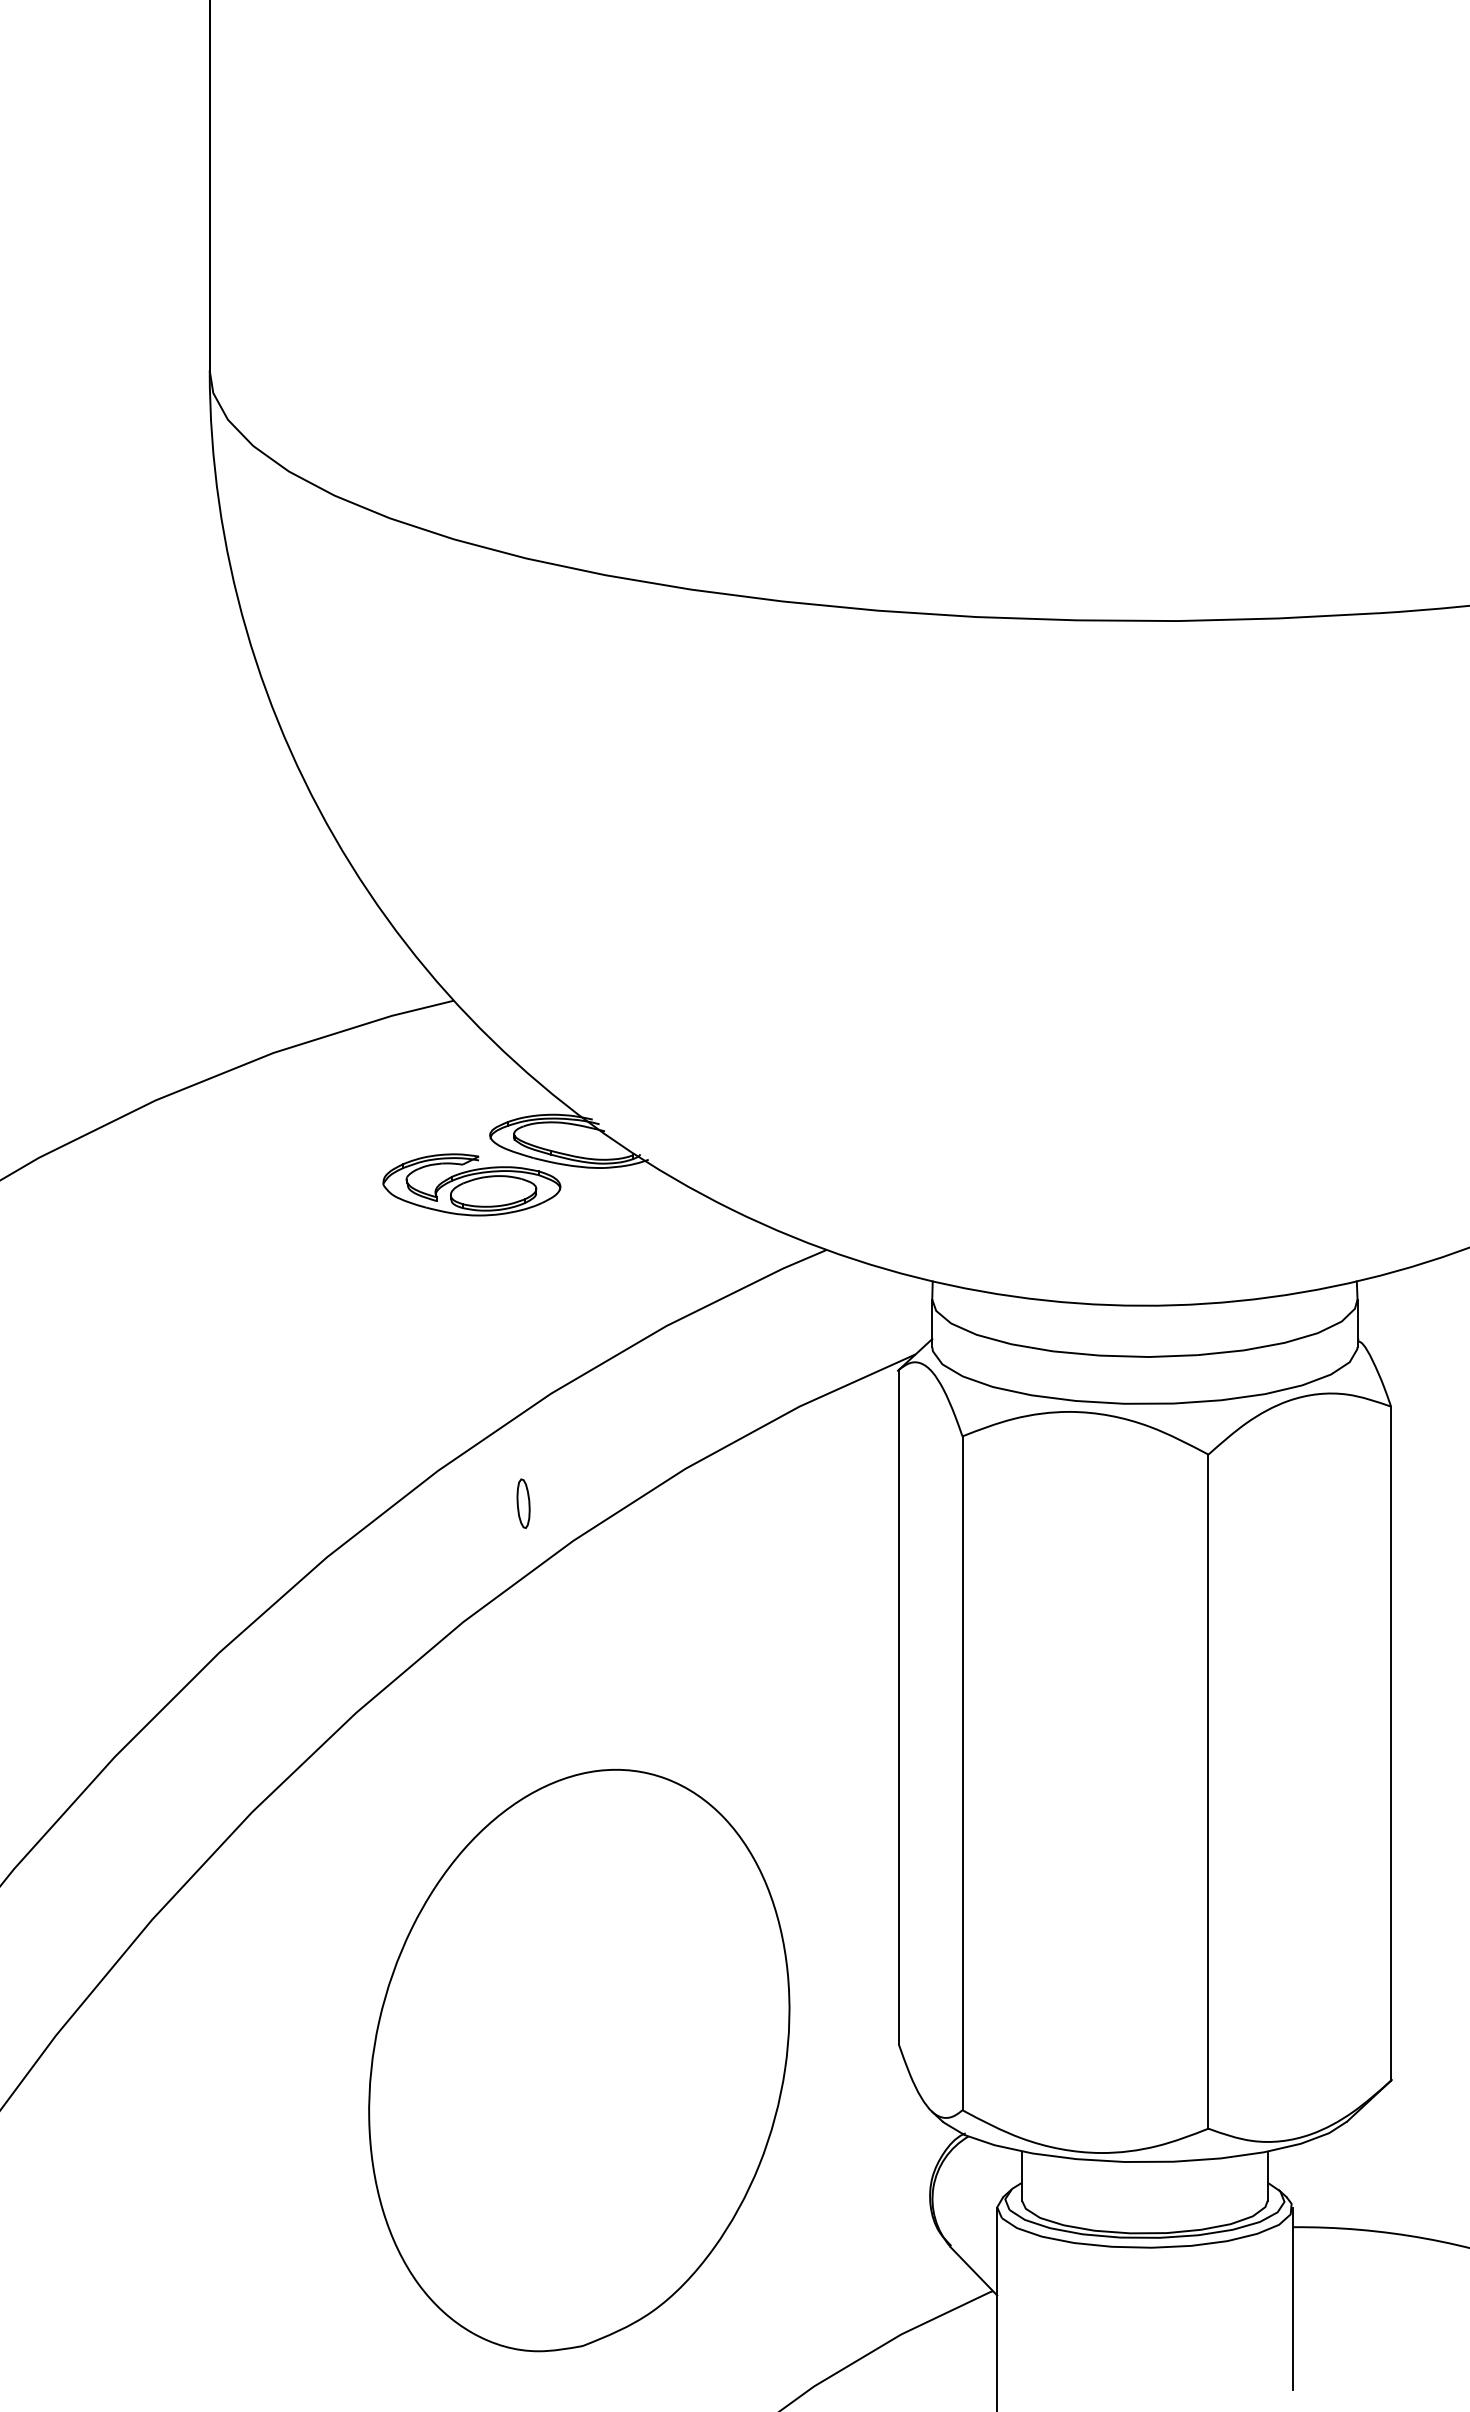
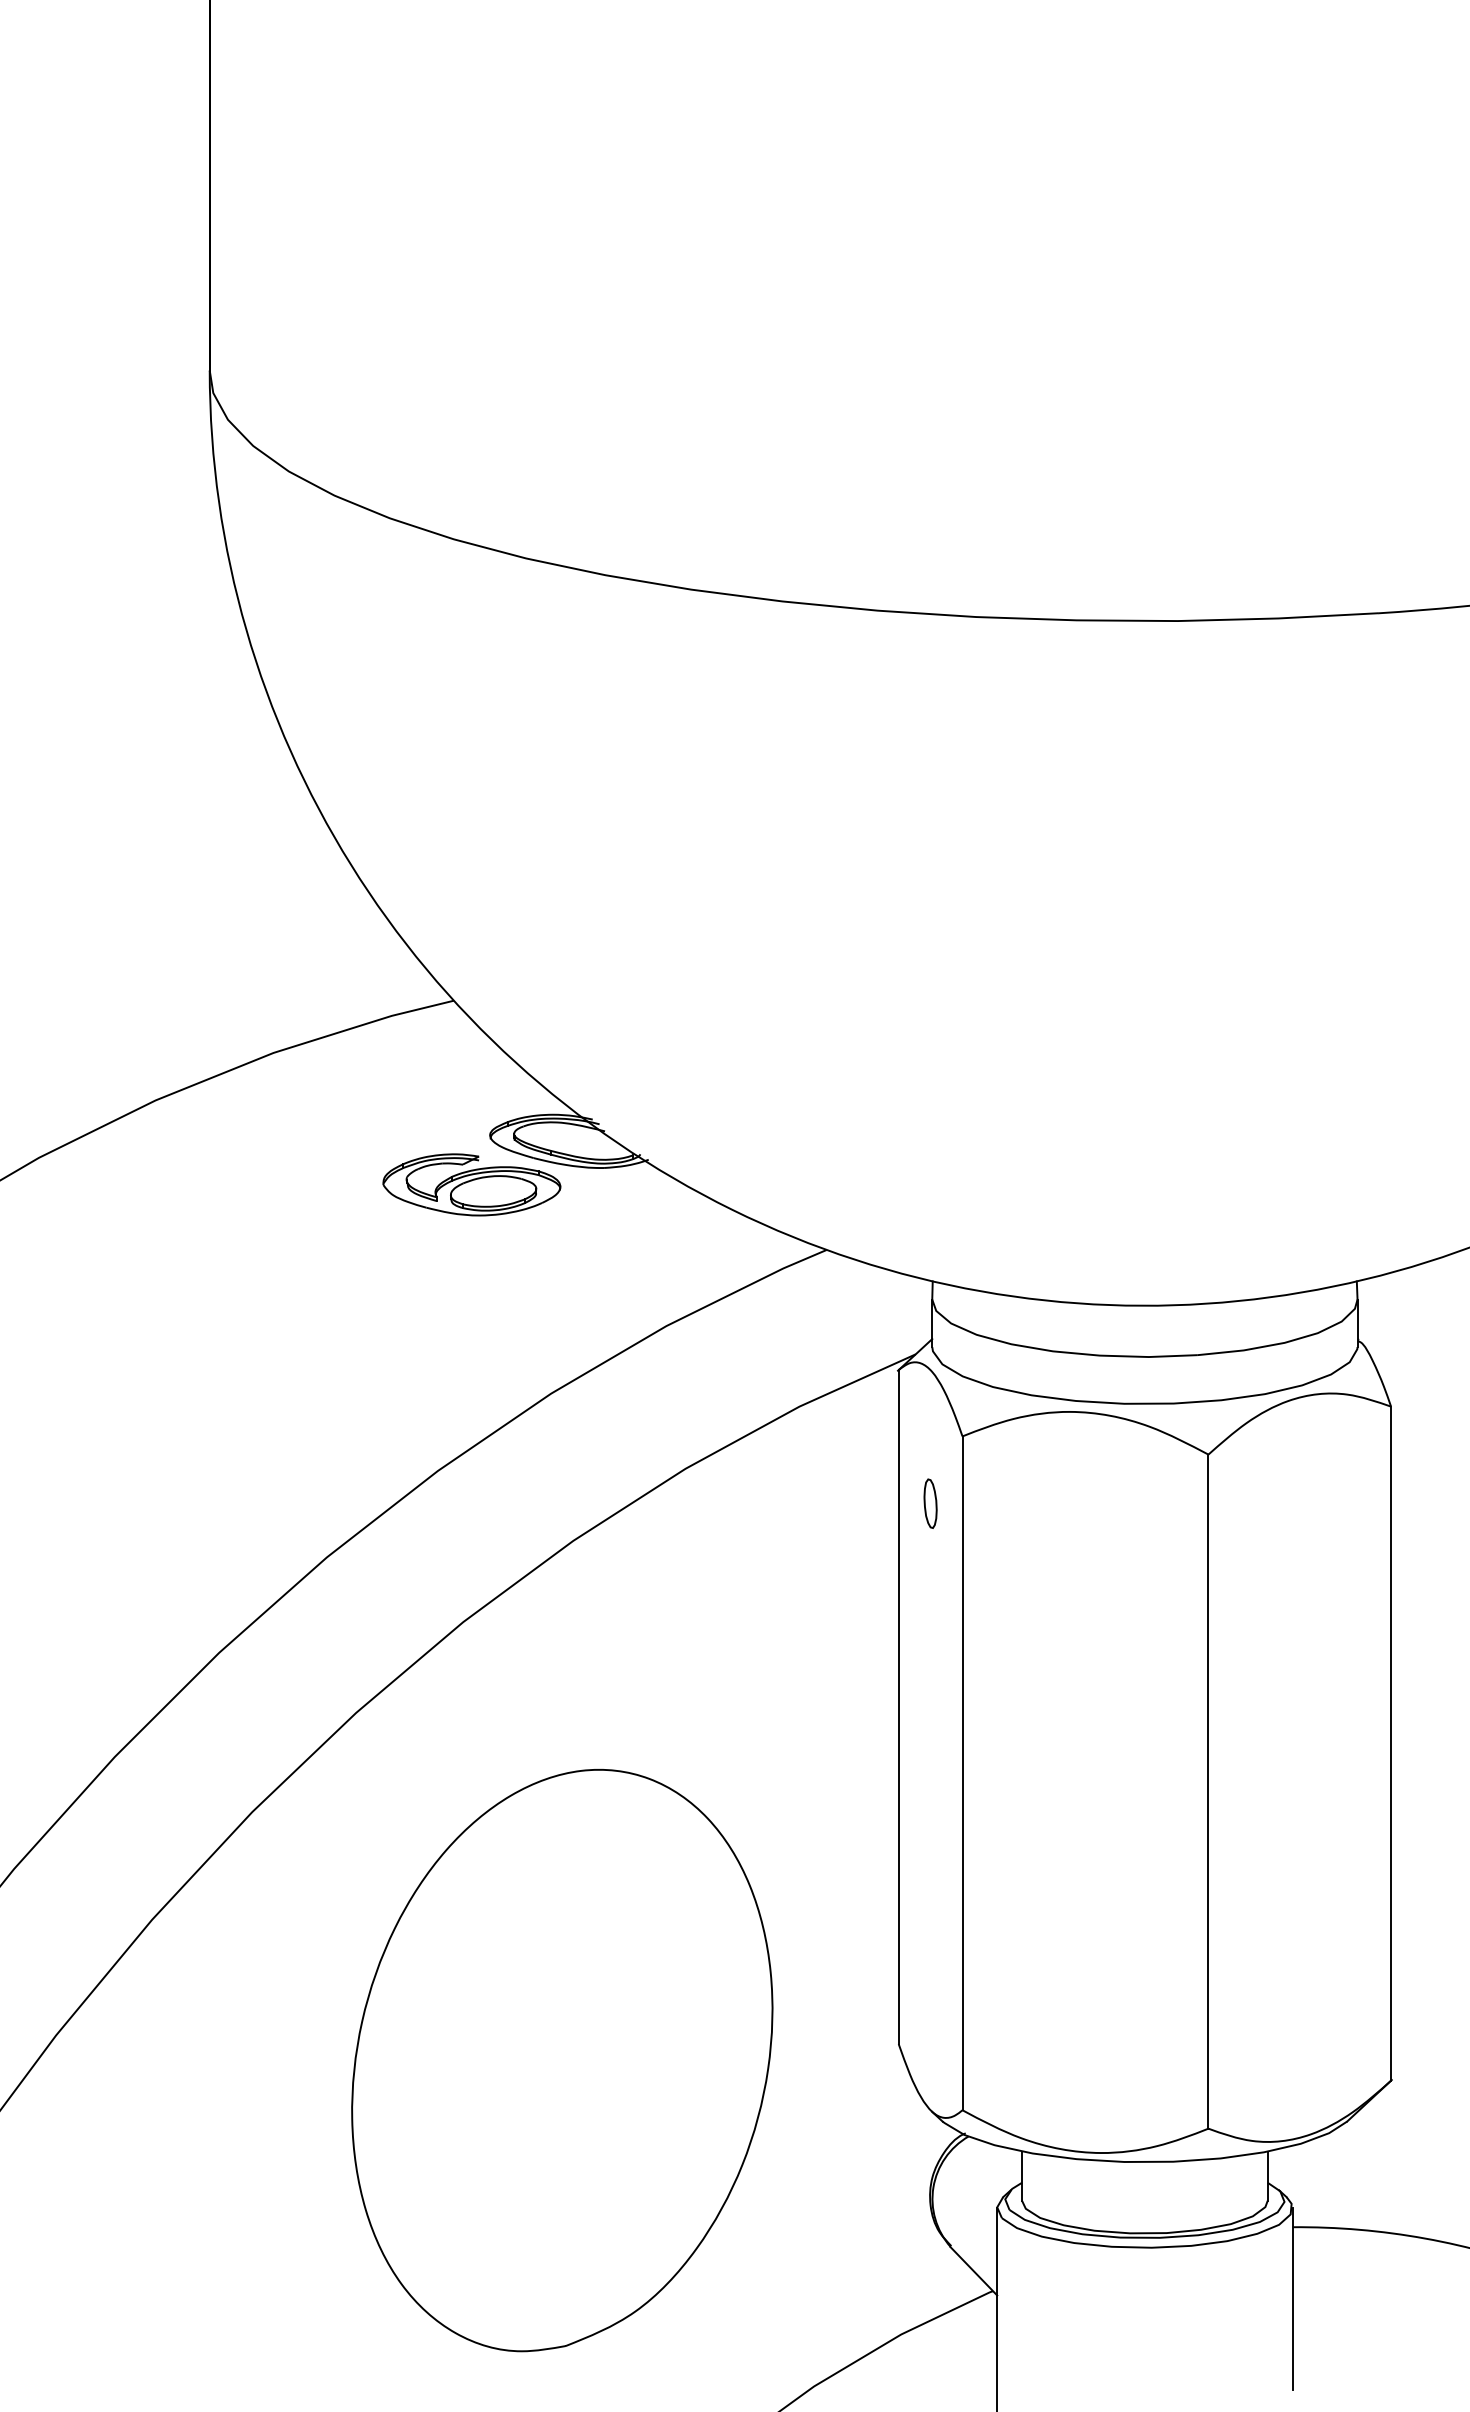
part at (523, 1503) position: (523, 1503) -> (930, 1503)
part at (579, 2060) position: (579, 2060) -> (562, 2060)
